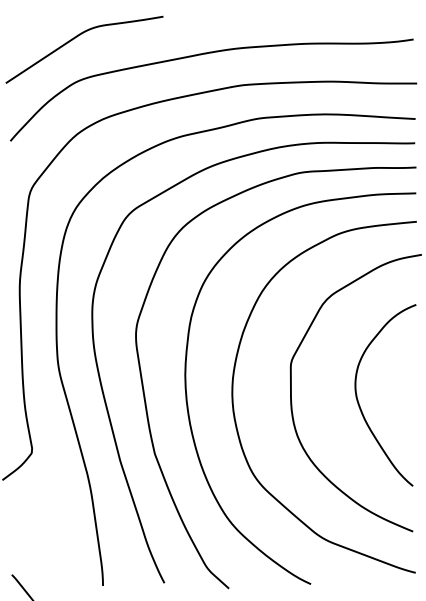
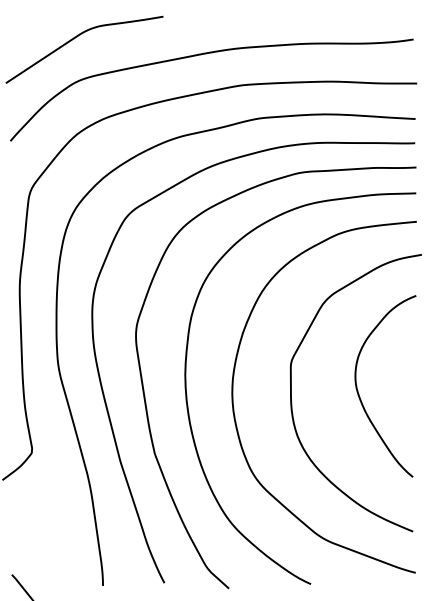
curve at (359, 402) position: (359, 402) -> (359, 393)
